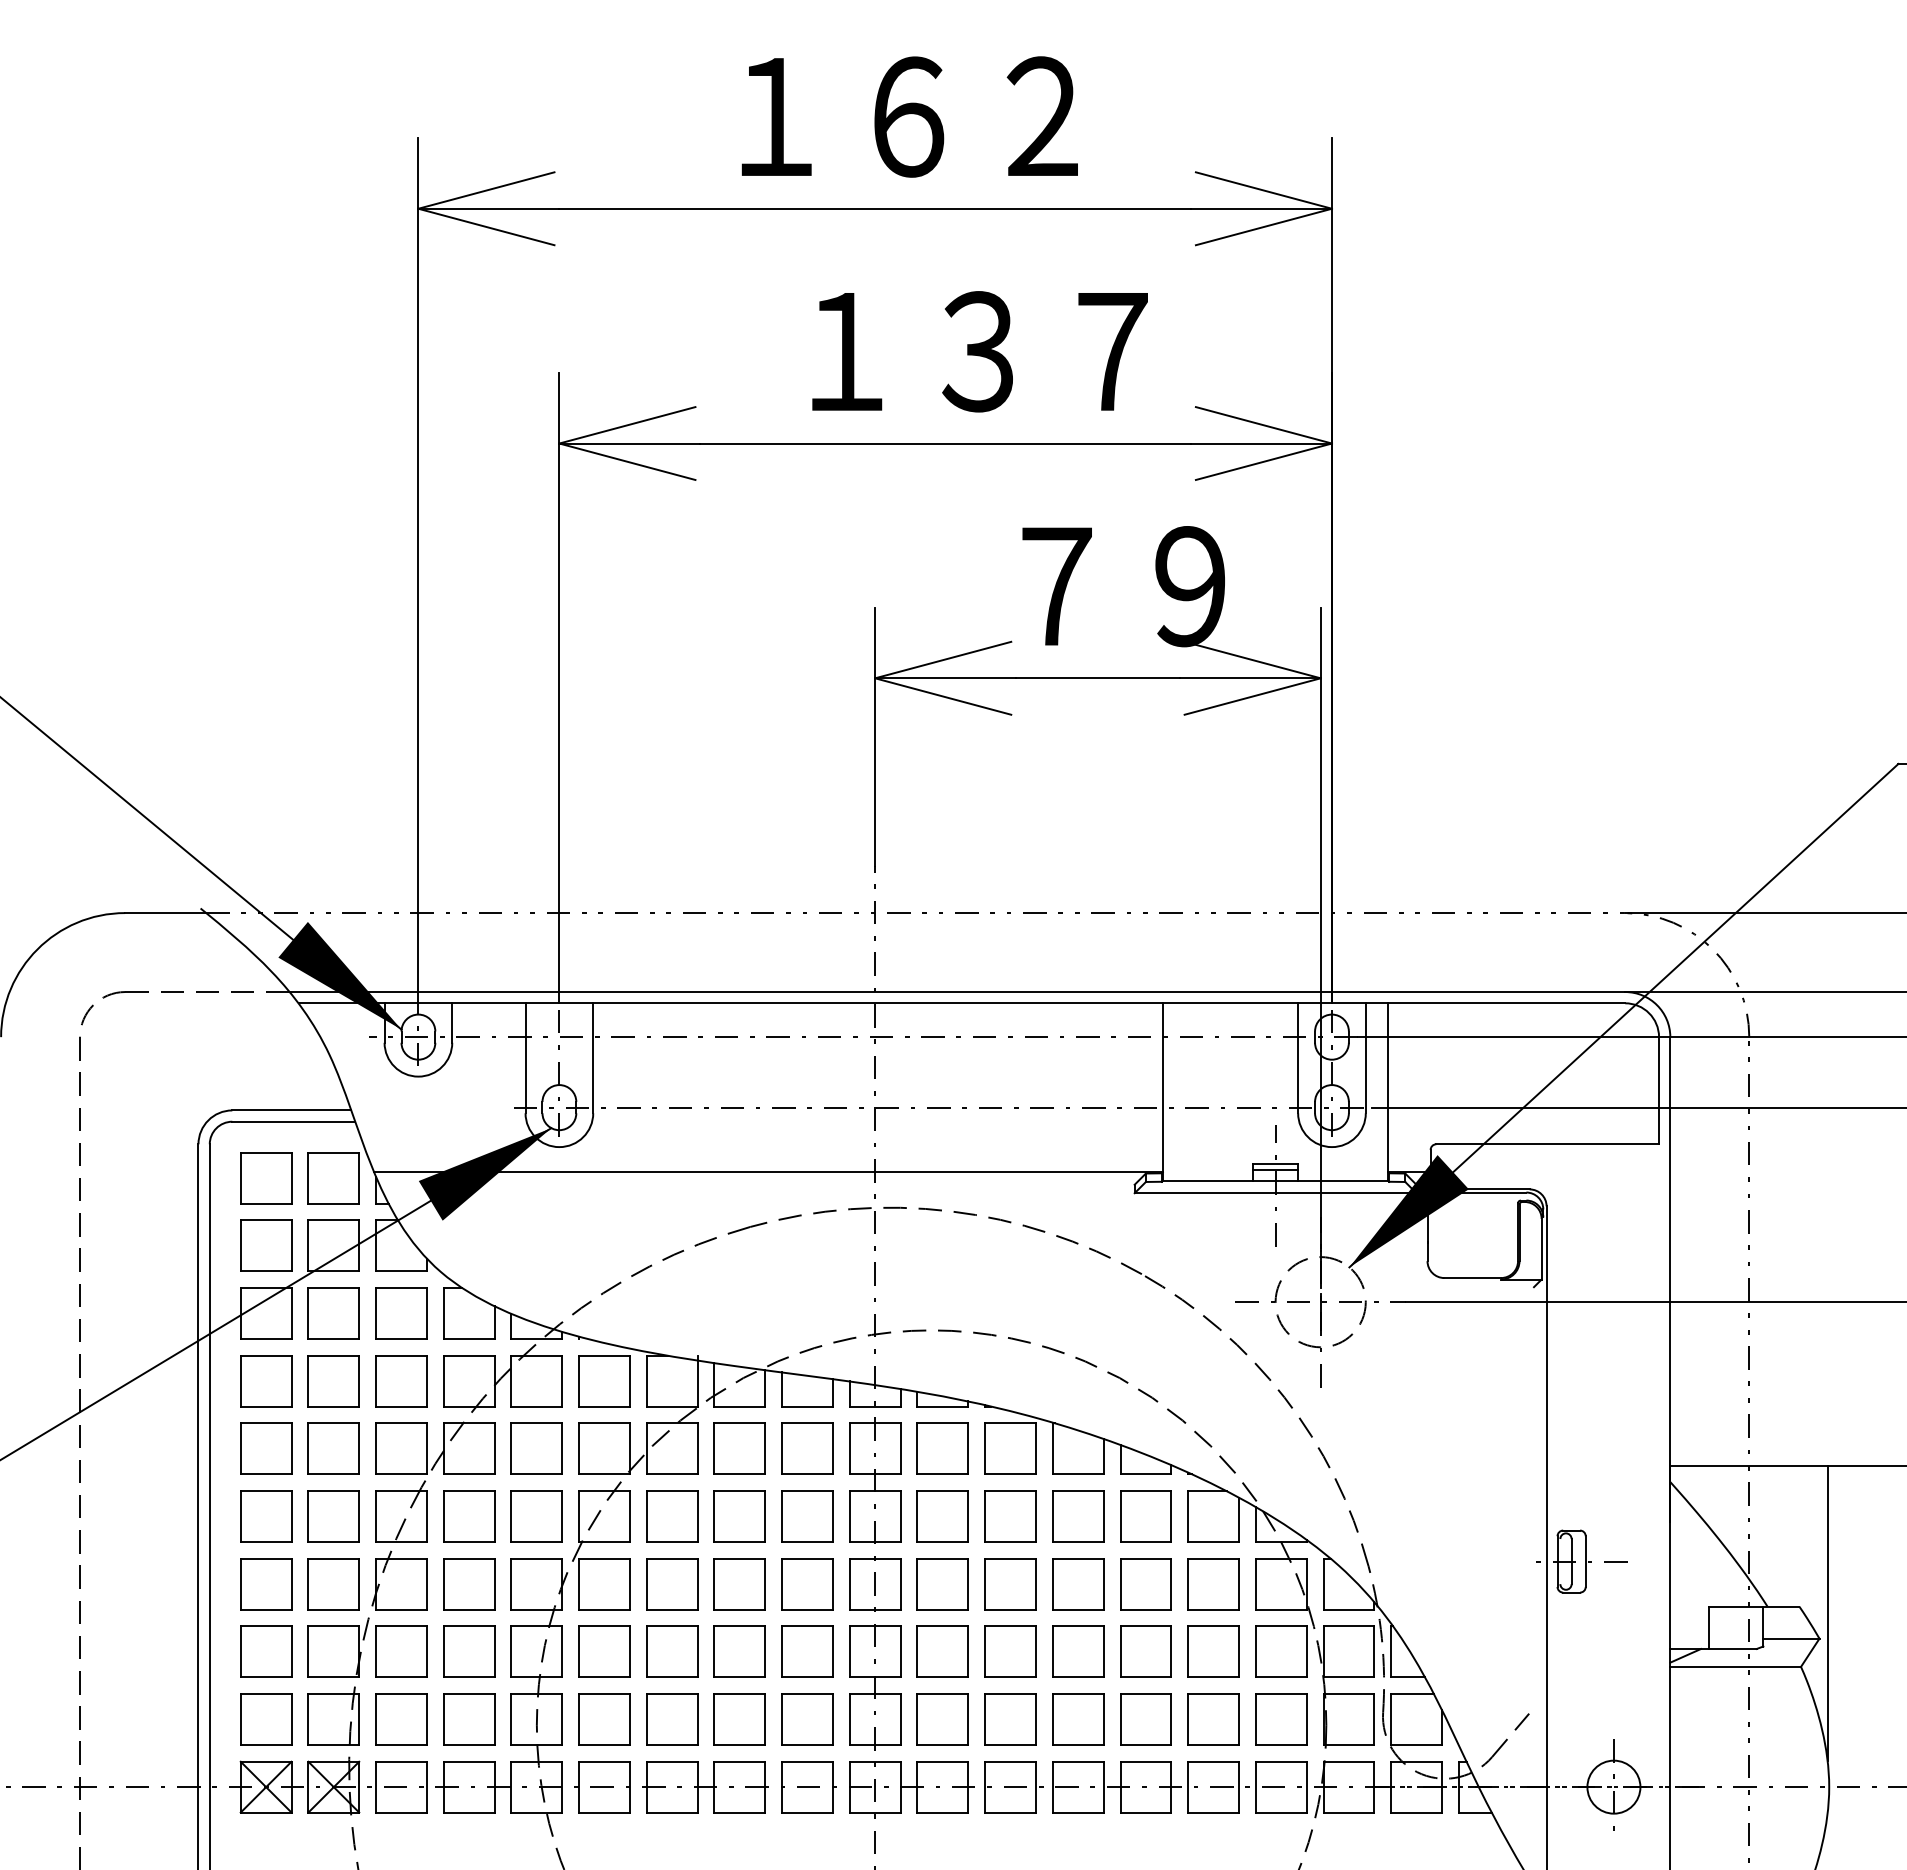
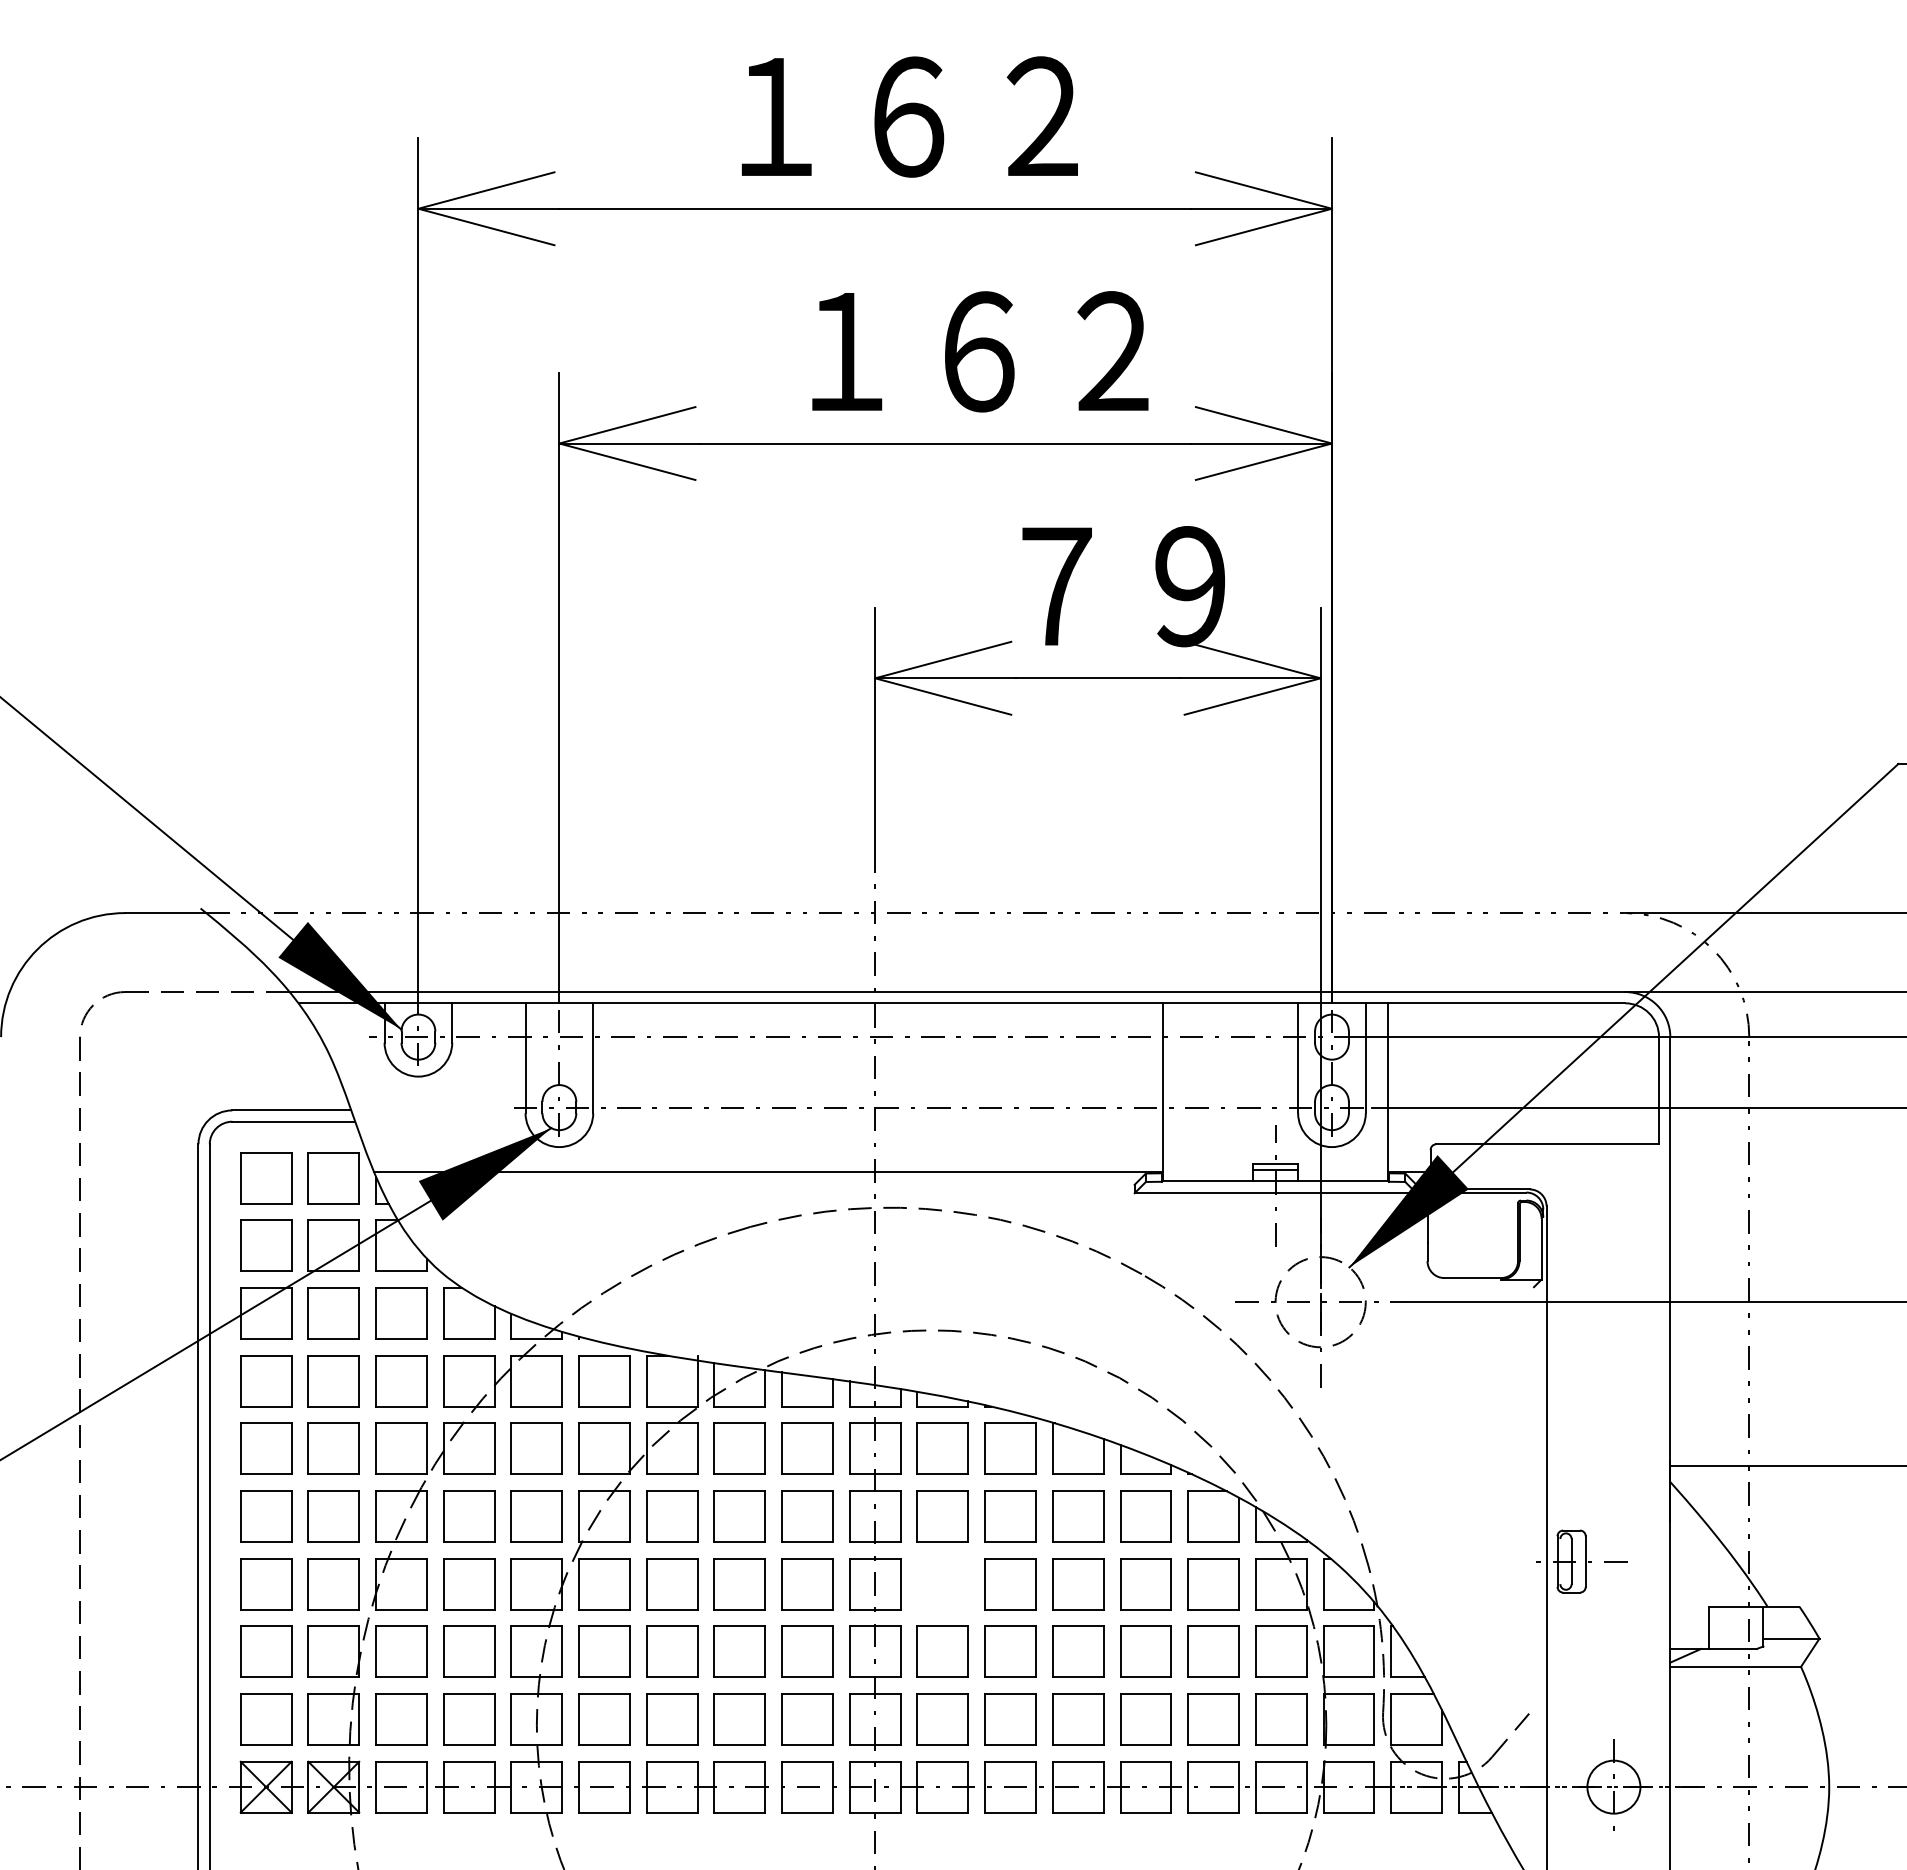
text at (1045, 351): １３７ -> １６２
part at (942, 1584): present -> none
line at (1827, 1612): present -> none
